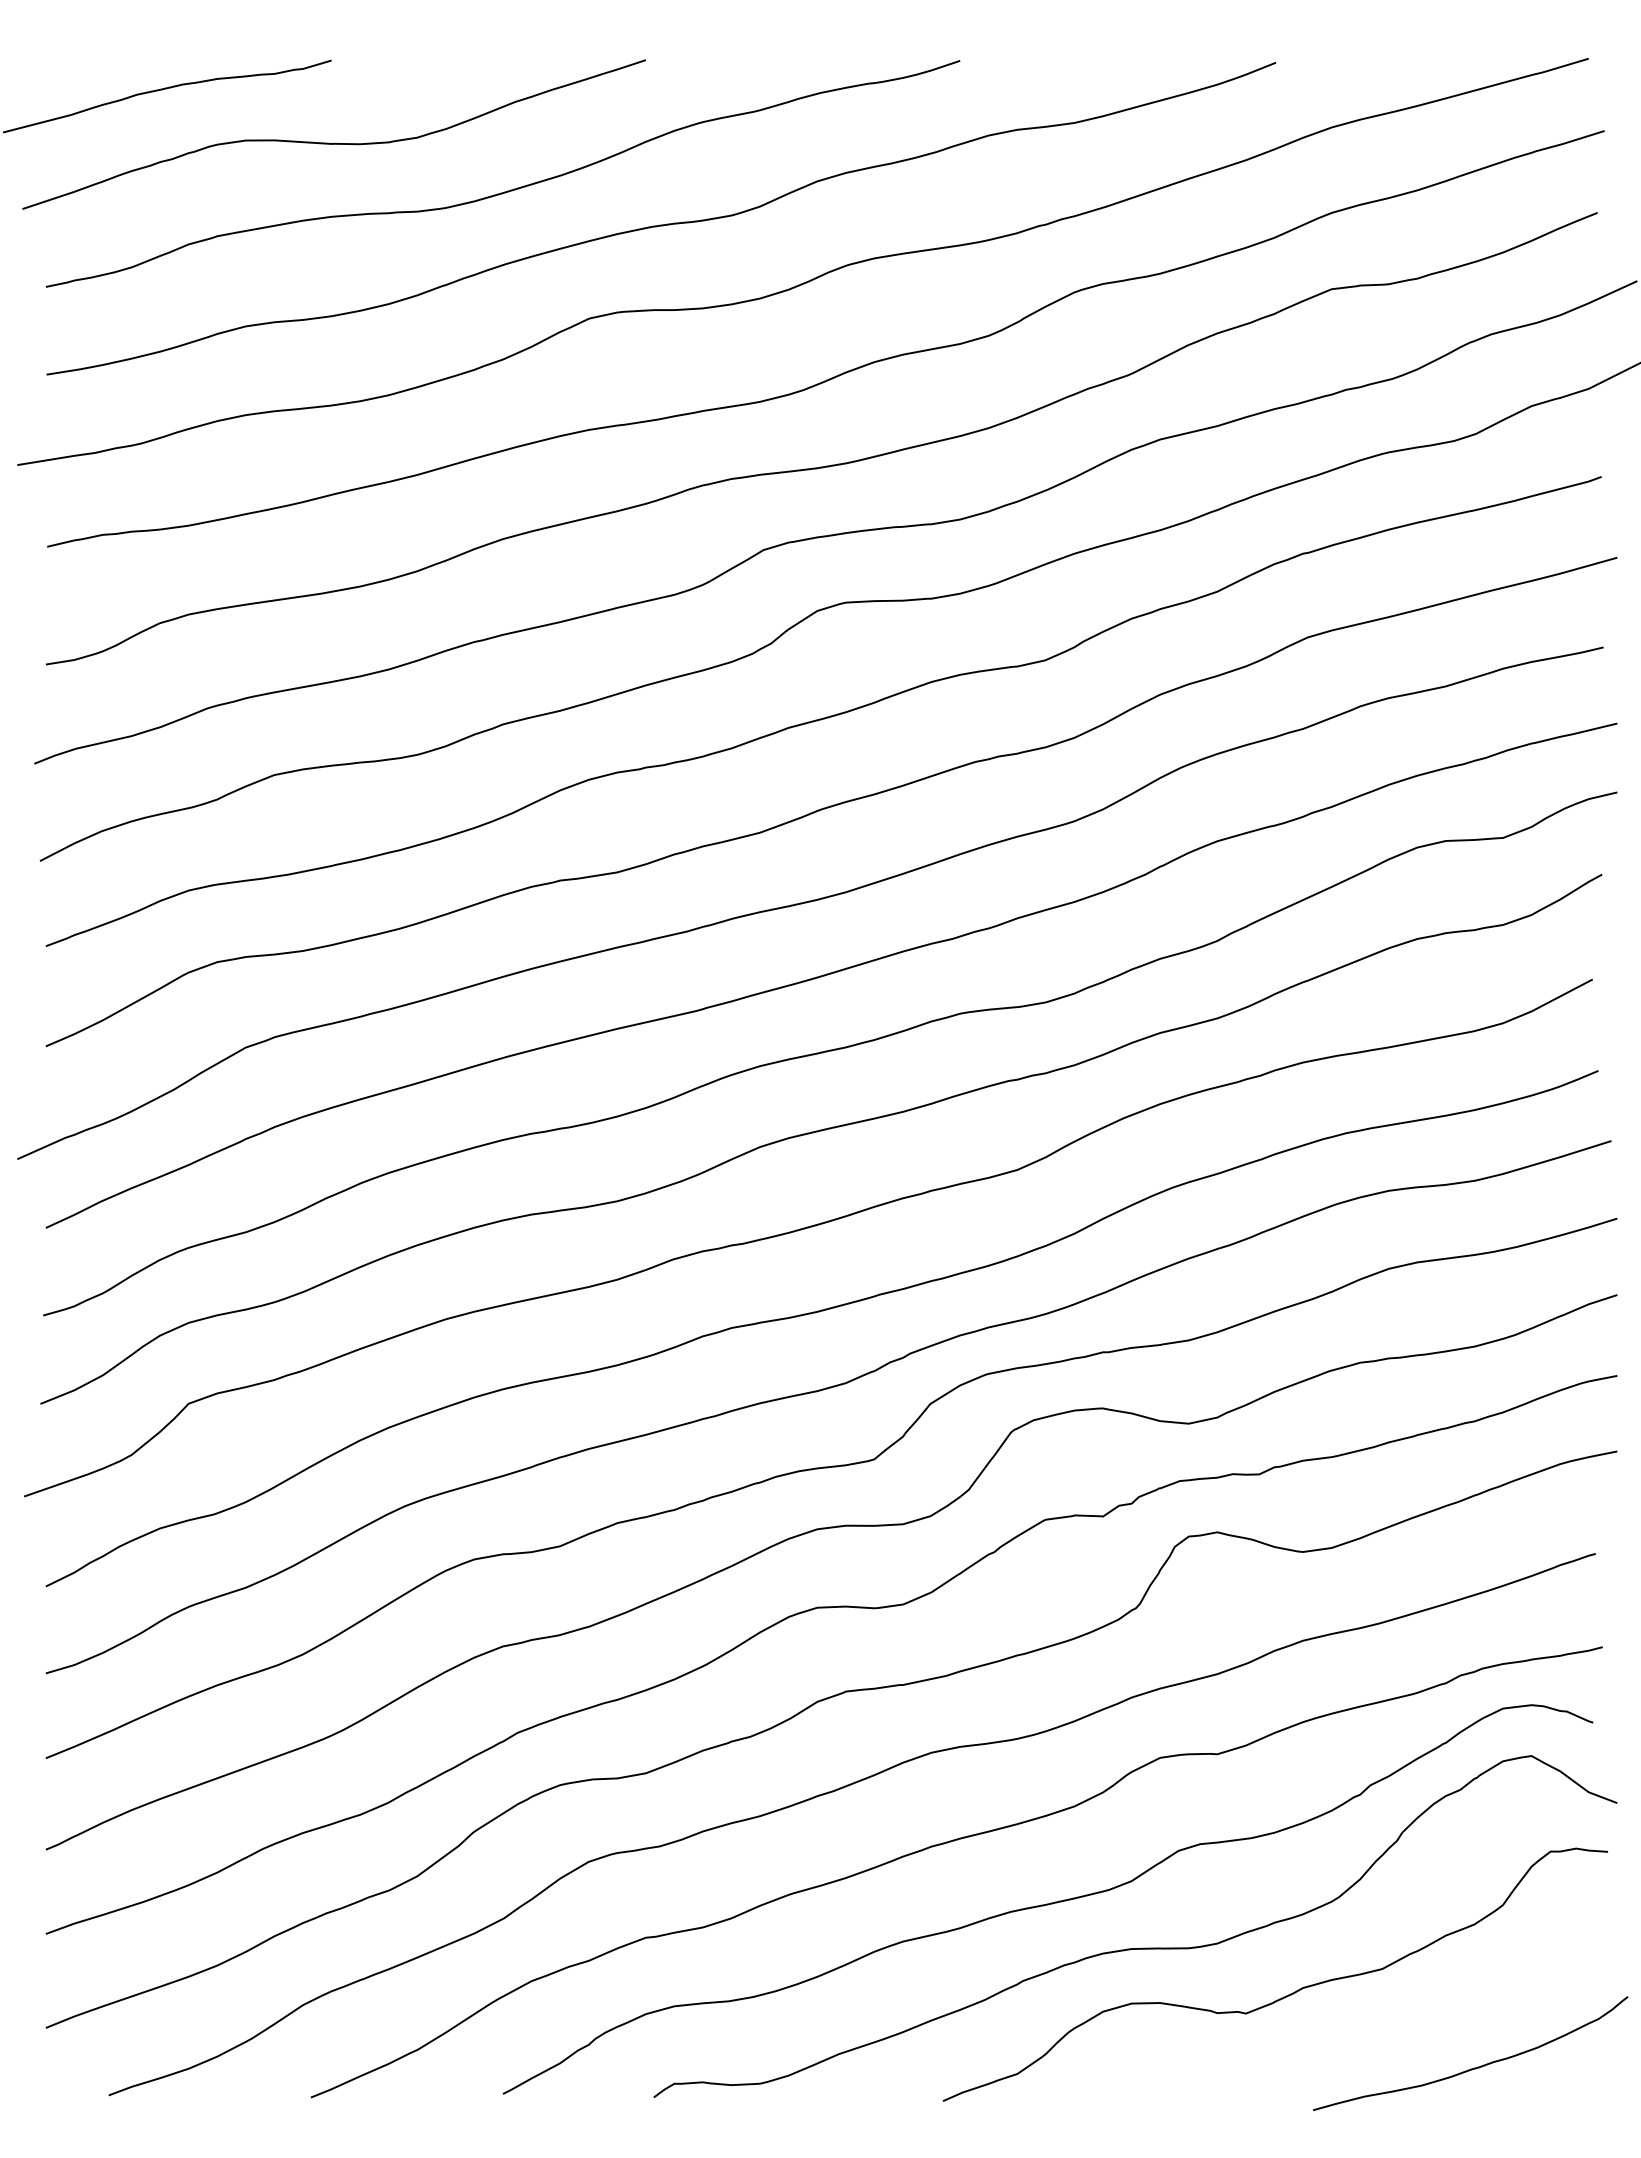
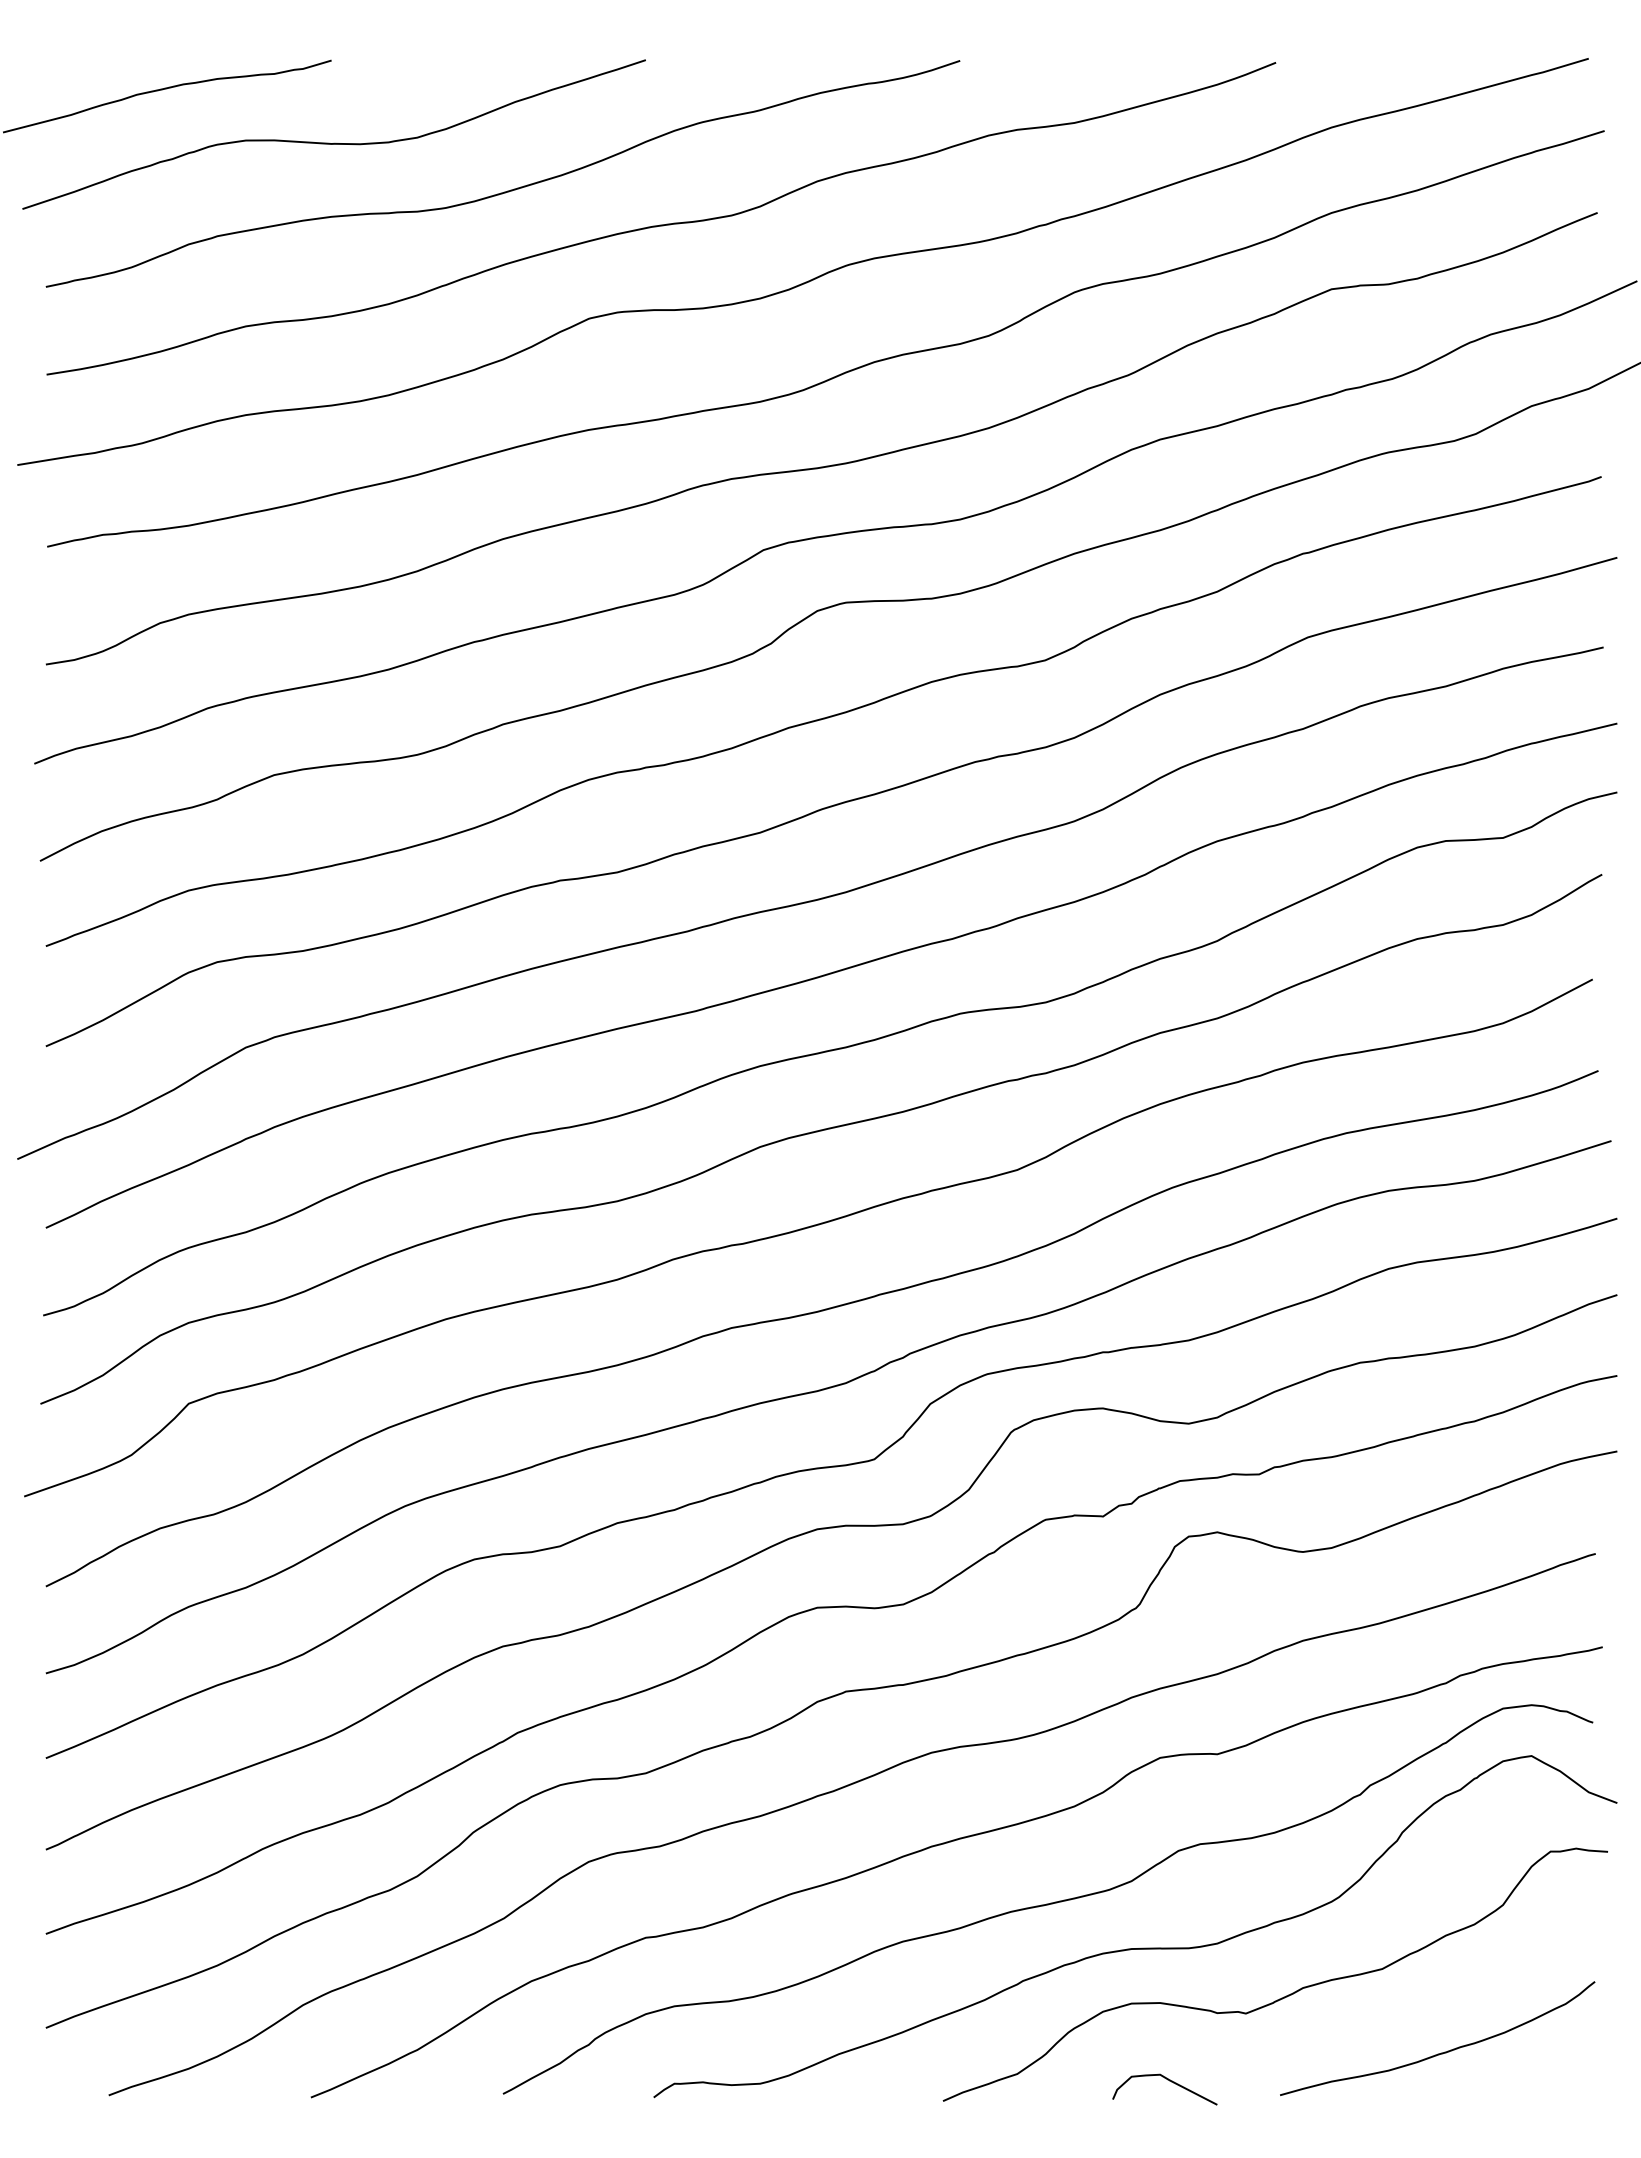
curve at (1474, 2067) position: (1474, 2067) -> (1441, 2052)
curve at (1169, 2081): none -> present
